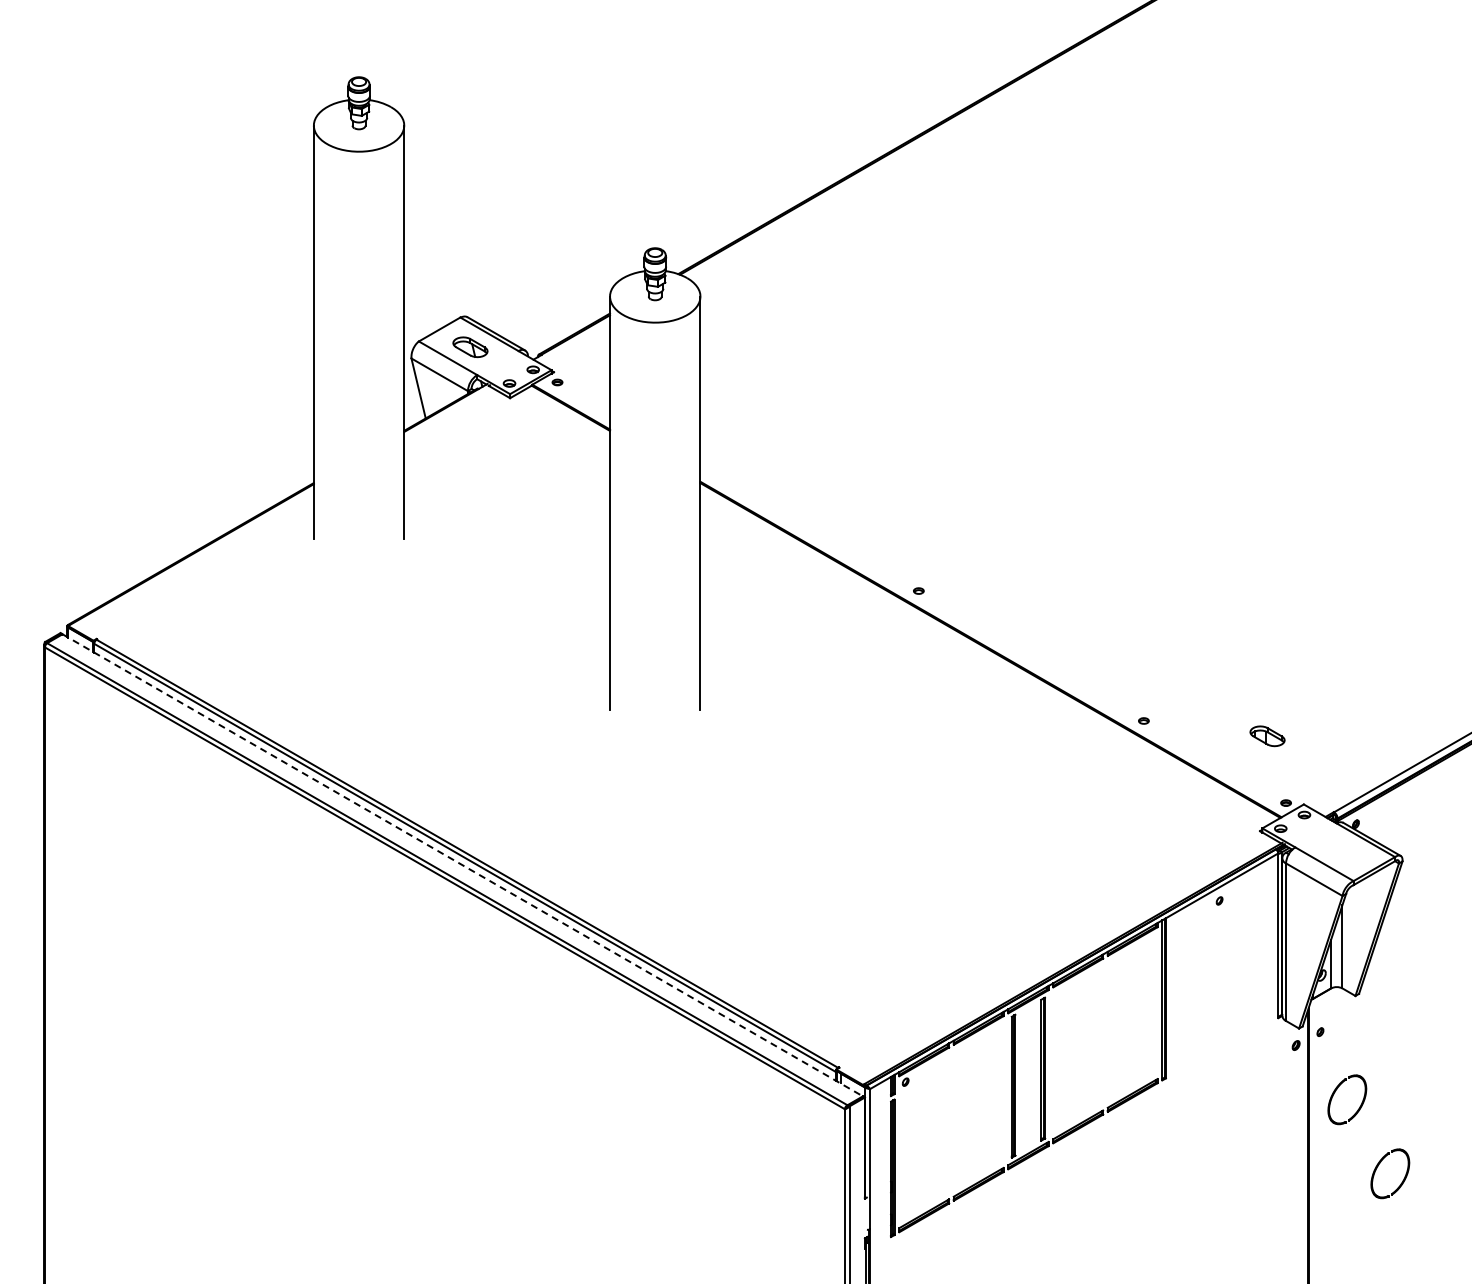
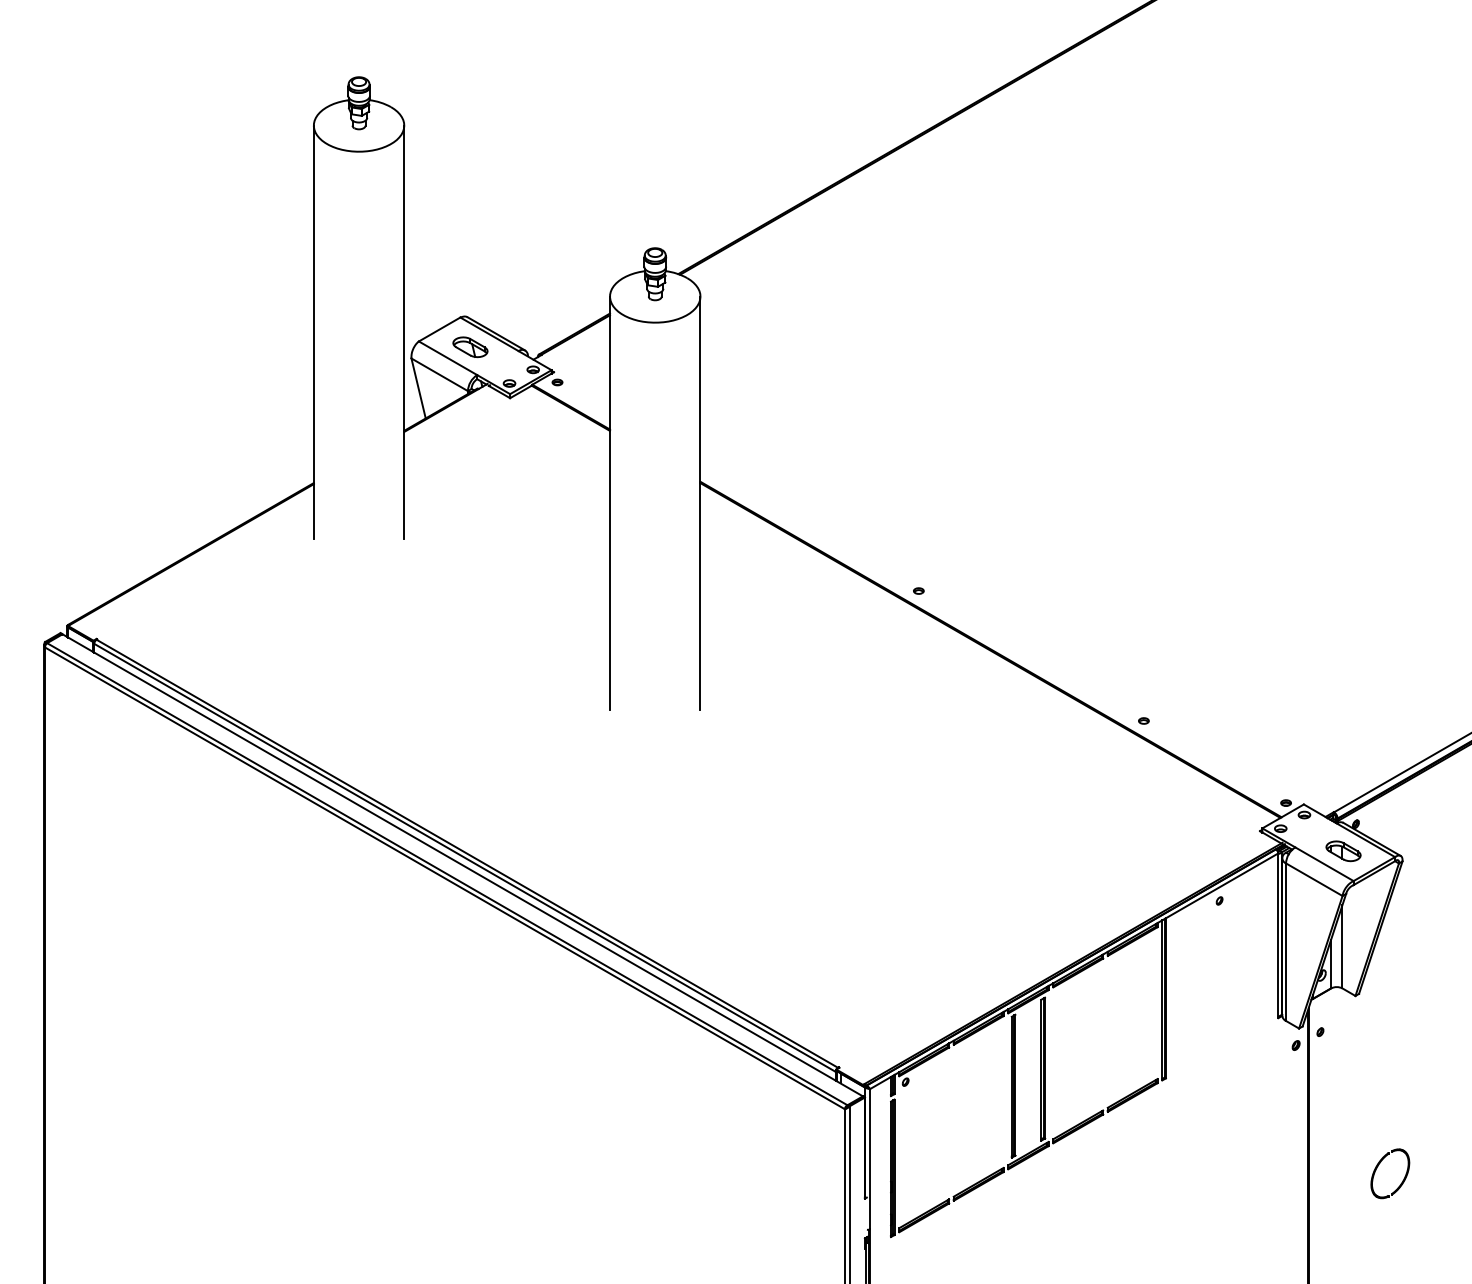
part at (1267, 736) position: (1267, 736) -> (1343, 851)
line at (463, 865): dashed -> solid
part at (1335, 1092): present -> none
